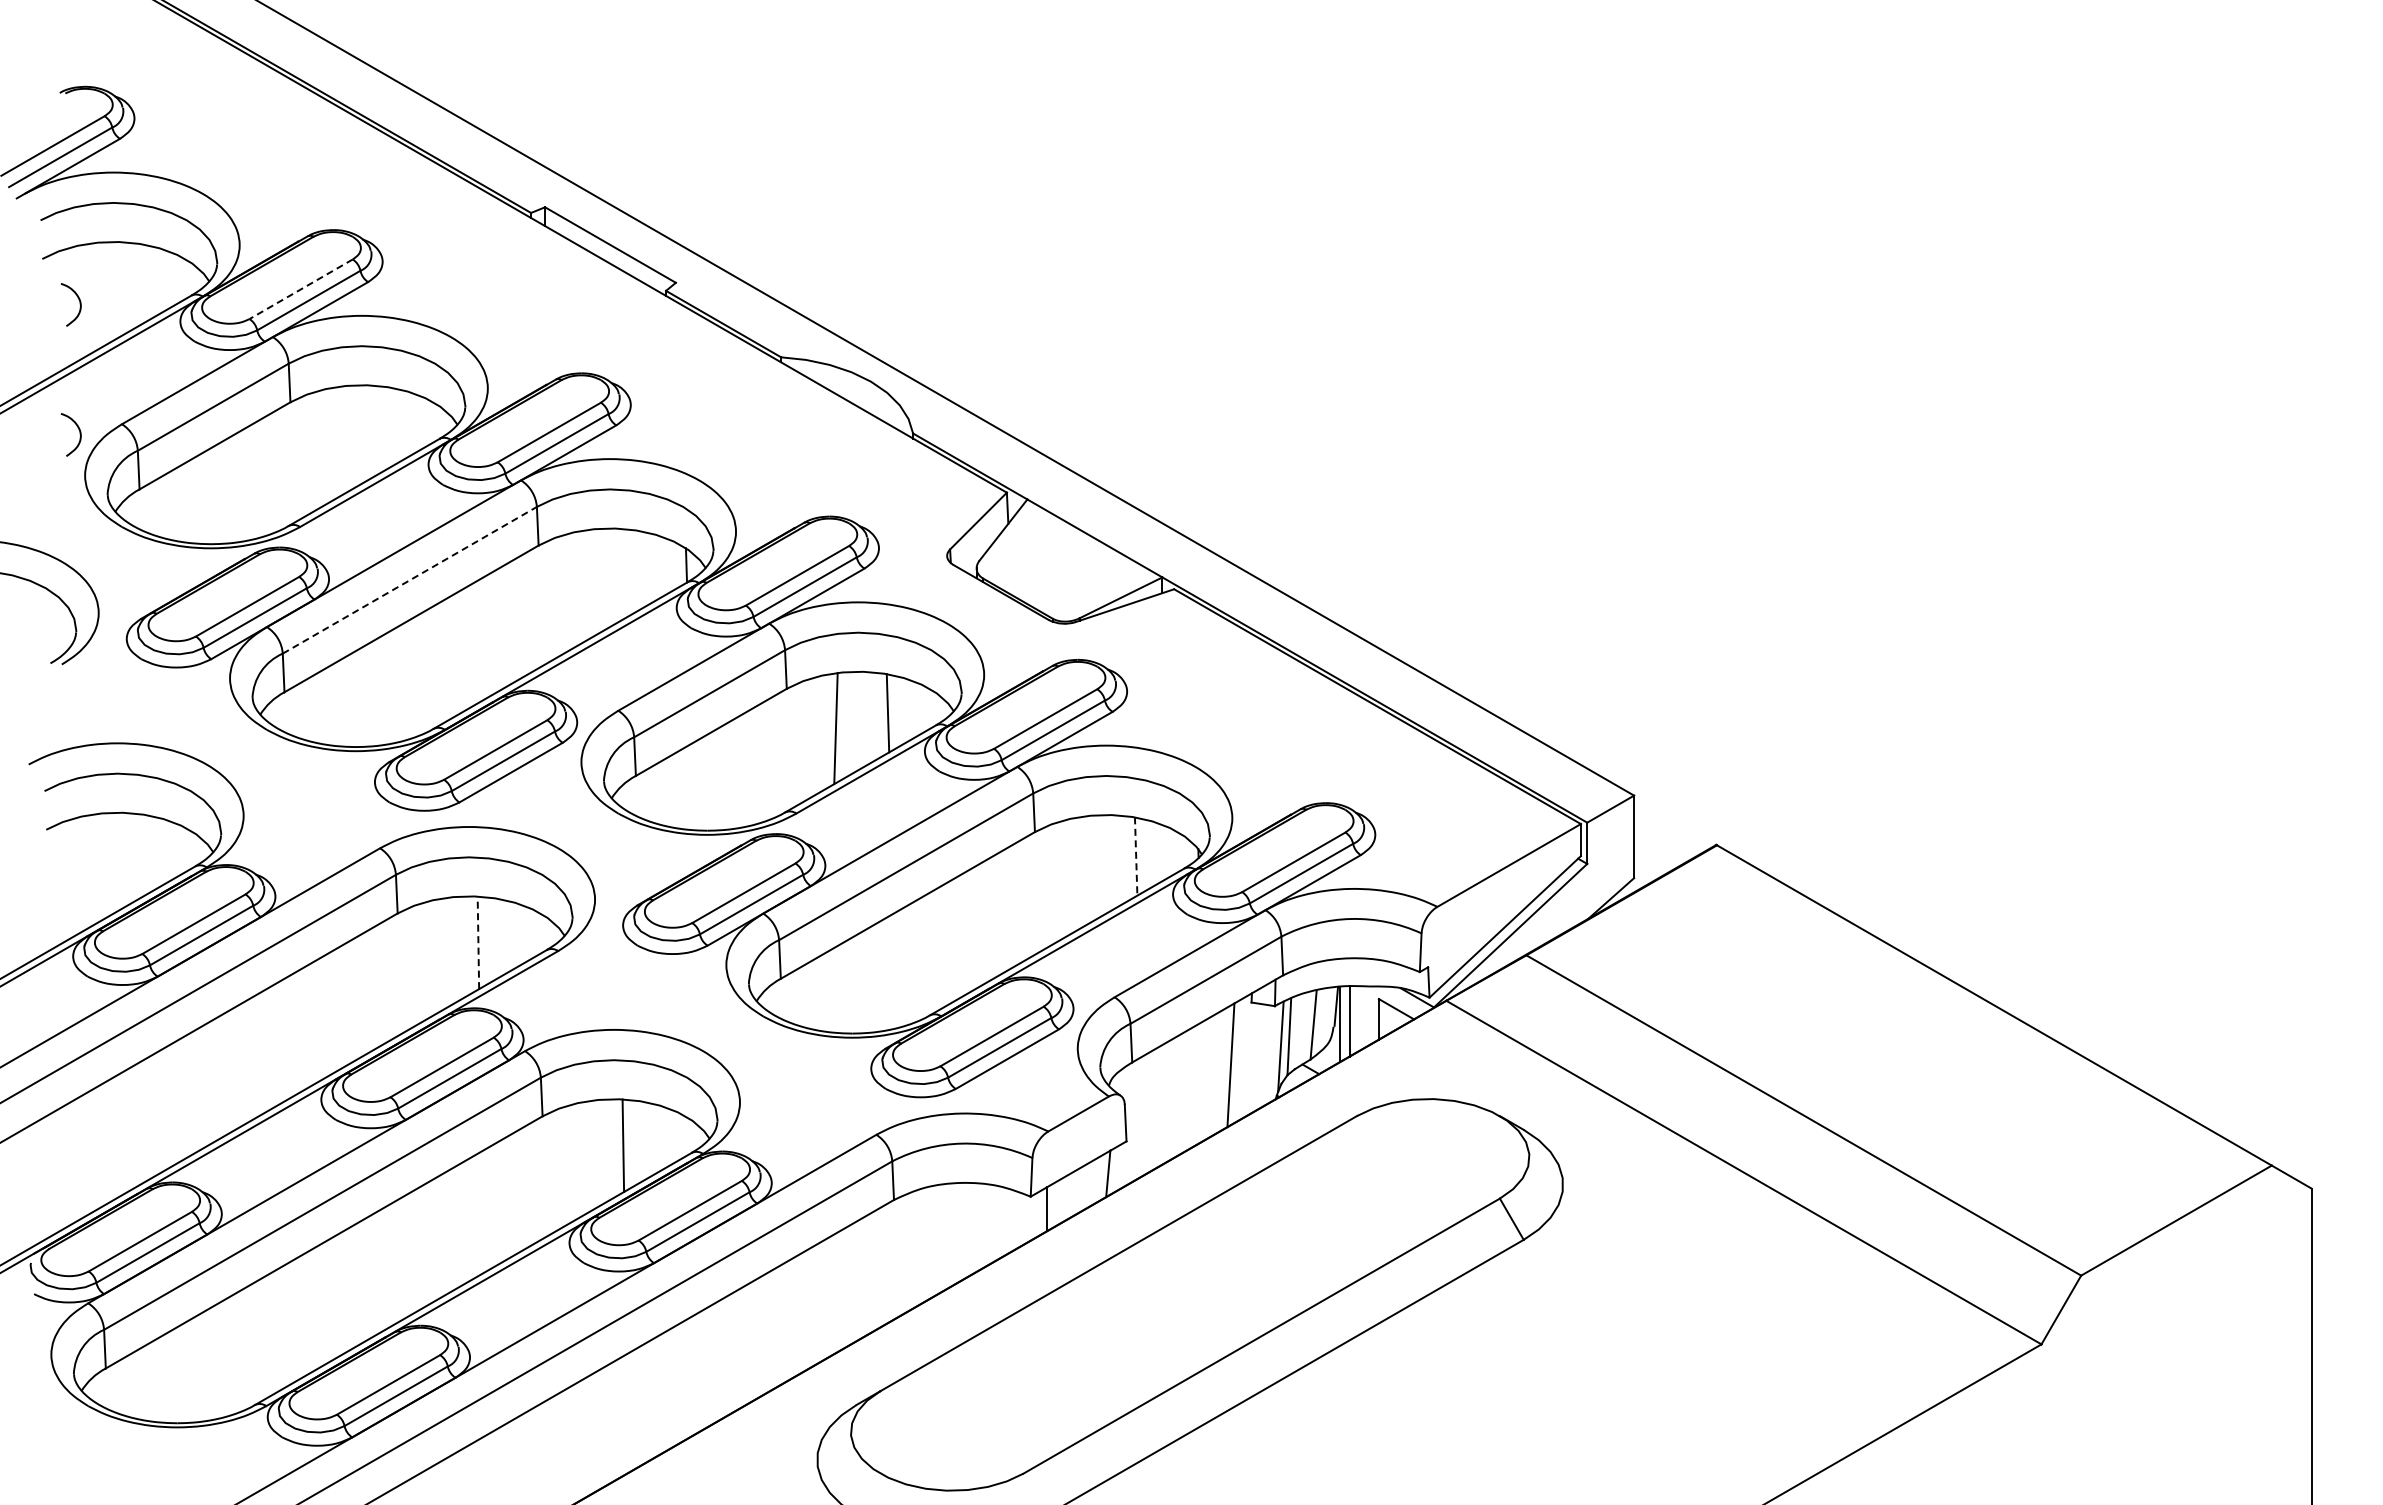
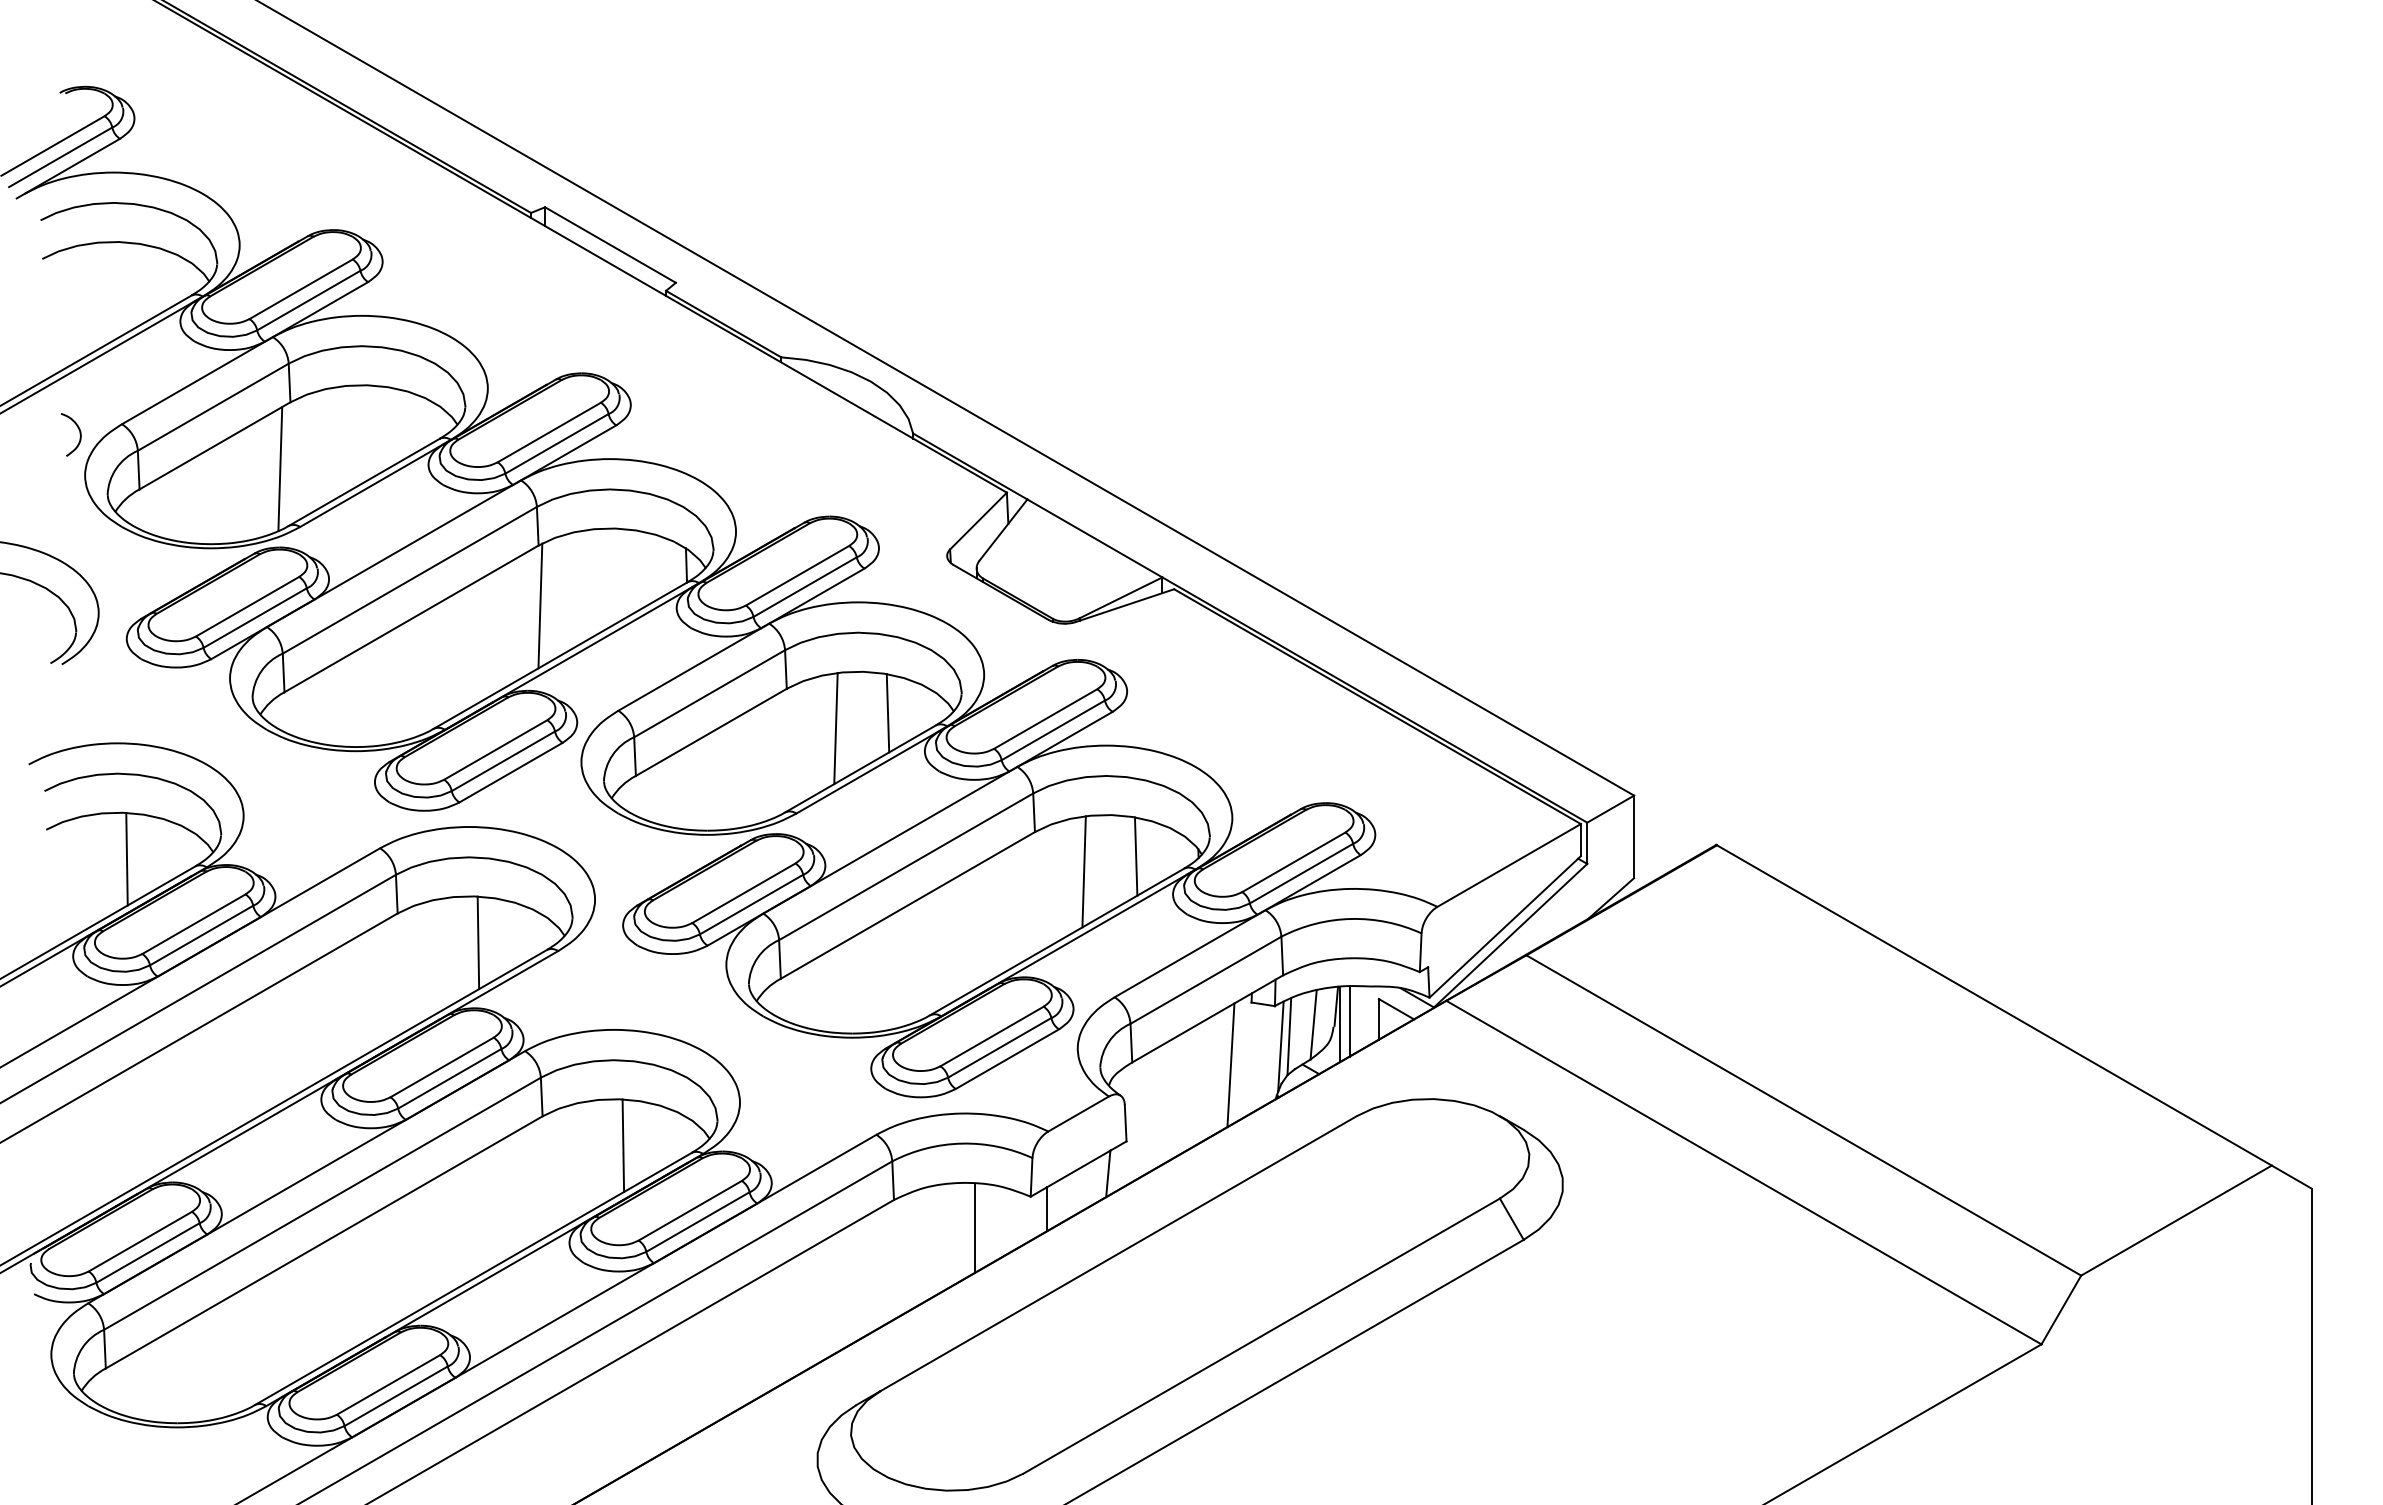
line at (301, 289): dashed -> solid
curve at (79, 304): present -> none
line at (280, 469): none -> present
line at (409, 580): dashed -> solid
line at (540, 605): none -> present
line at (1136, 857): dashed -> solid
line at (126, 858): none -> present
line at (1083, 871): none -> present
line at (478, 942): dashed -> solid
line at (975, 1228): none -> present
